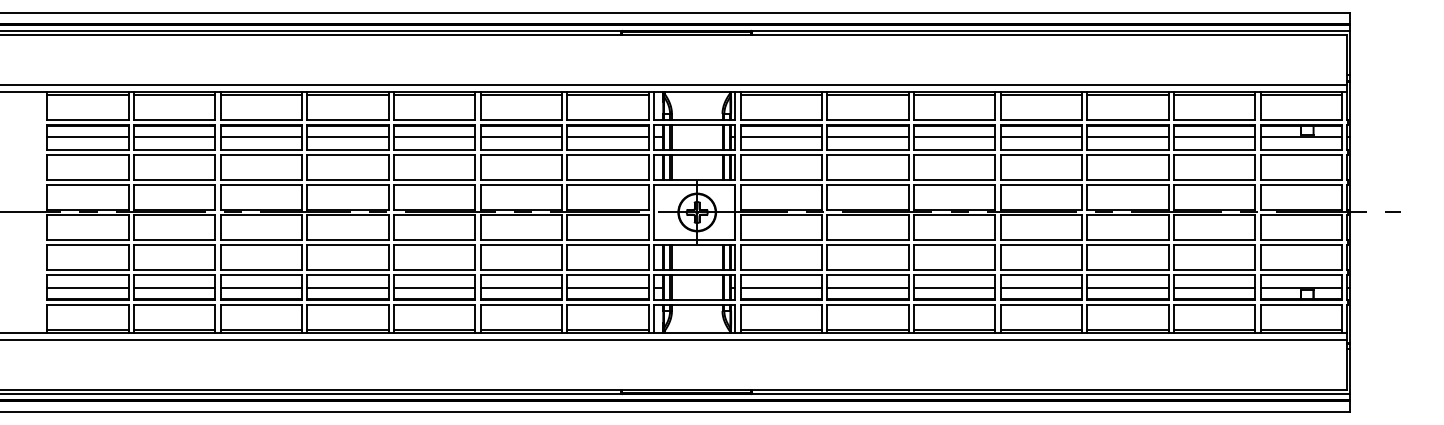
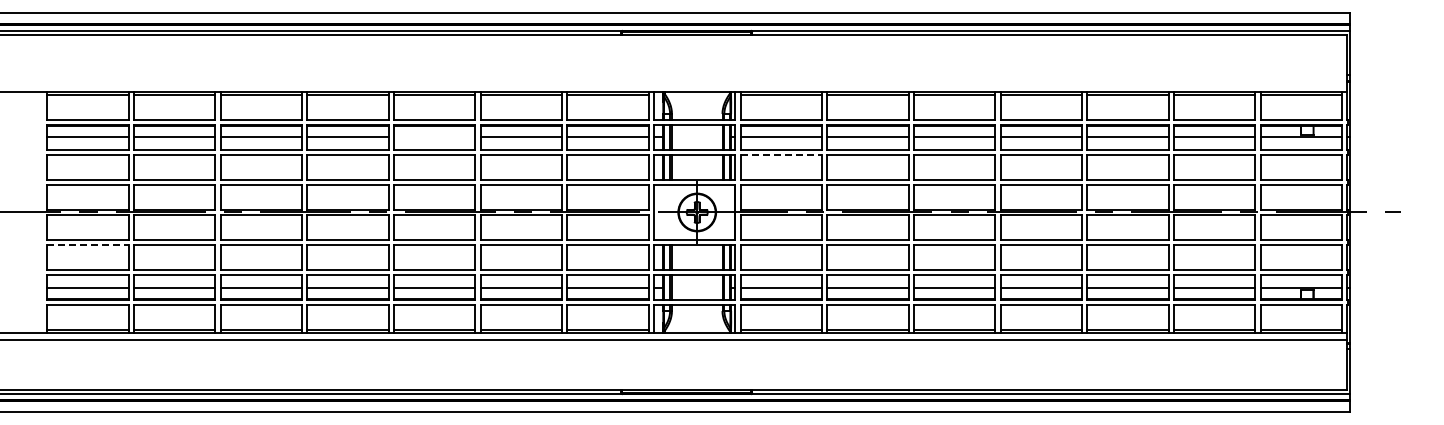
line at (674, 84): present -> none
line at (434, 136): present -> none
line at (781, 155): solid -> dashed
line at (87, 245): solid -> dashed
